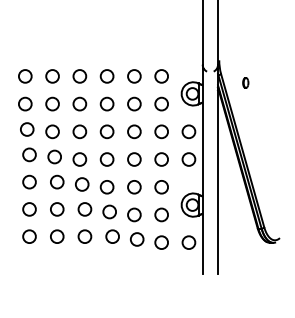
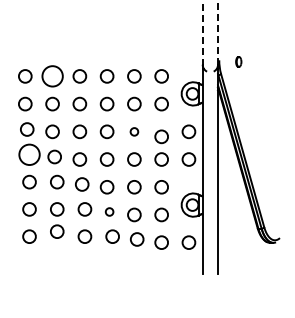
line at (218, 31): solid -> dashed
line at (202, 32): solid -> dashed
circle at (52, 76) size: 15x15 px -> 23x23 px
part at (245, 82) position: (245, 82) -> (238, 61)
circle at (134, 131) size: 15x16 px -> 11x10 px
circle at (161, 131) position: (161, 131) -> (161, 136)
circle at (29, 154) size: 15x16 px -> 23x23 px
circle at (109, 211) size: 15x16 px -> 11x10 px
circle at (57, 236) position: (57, 236) -> (57, 231)
